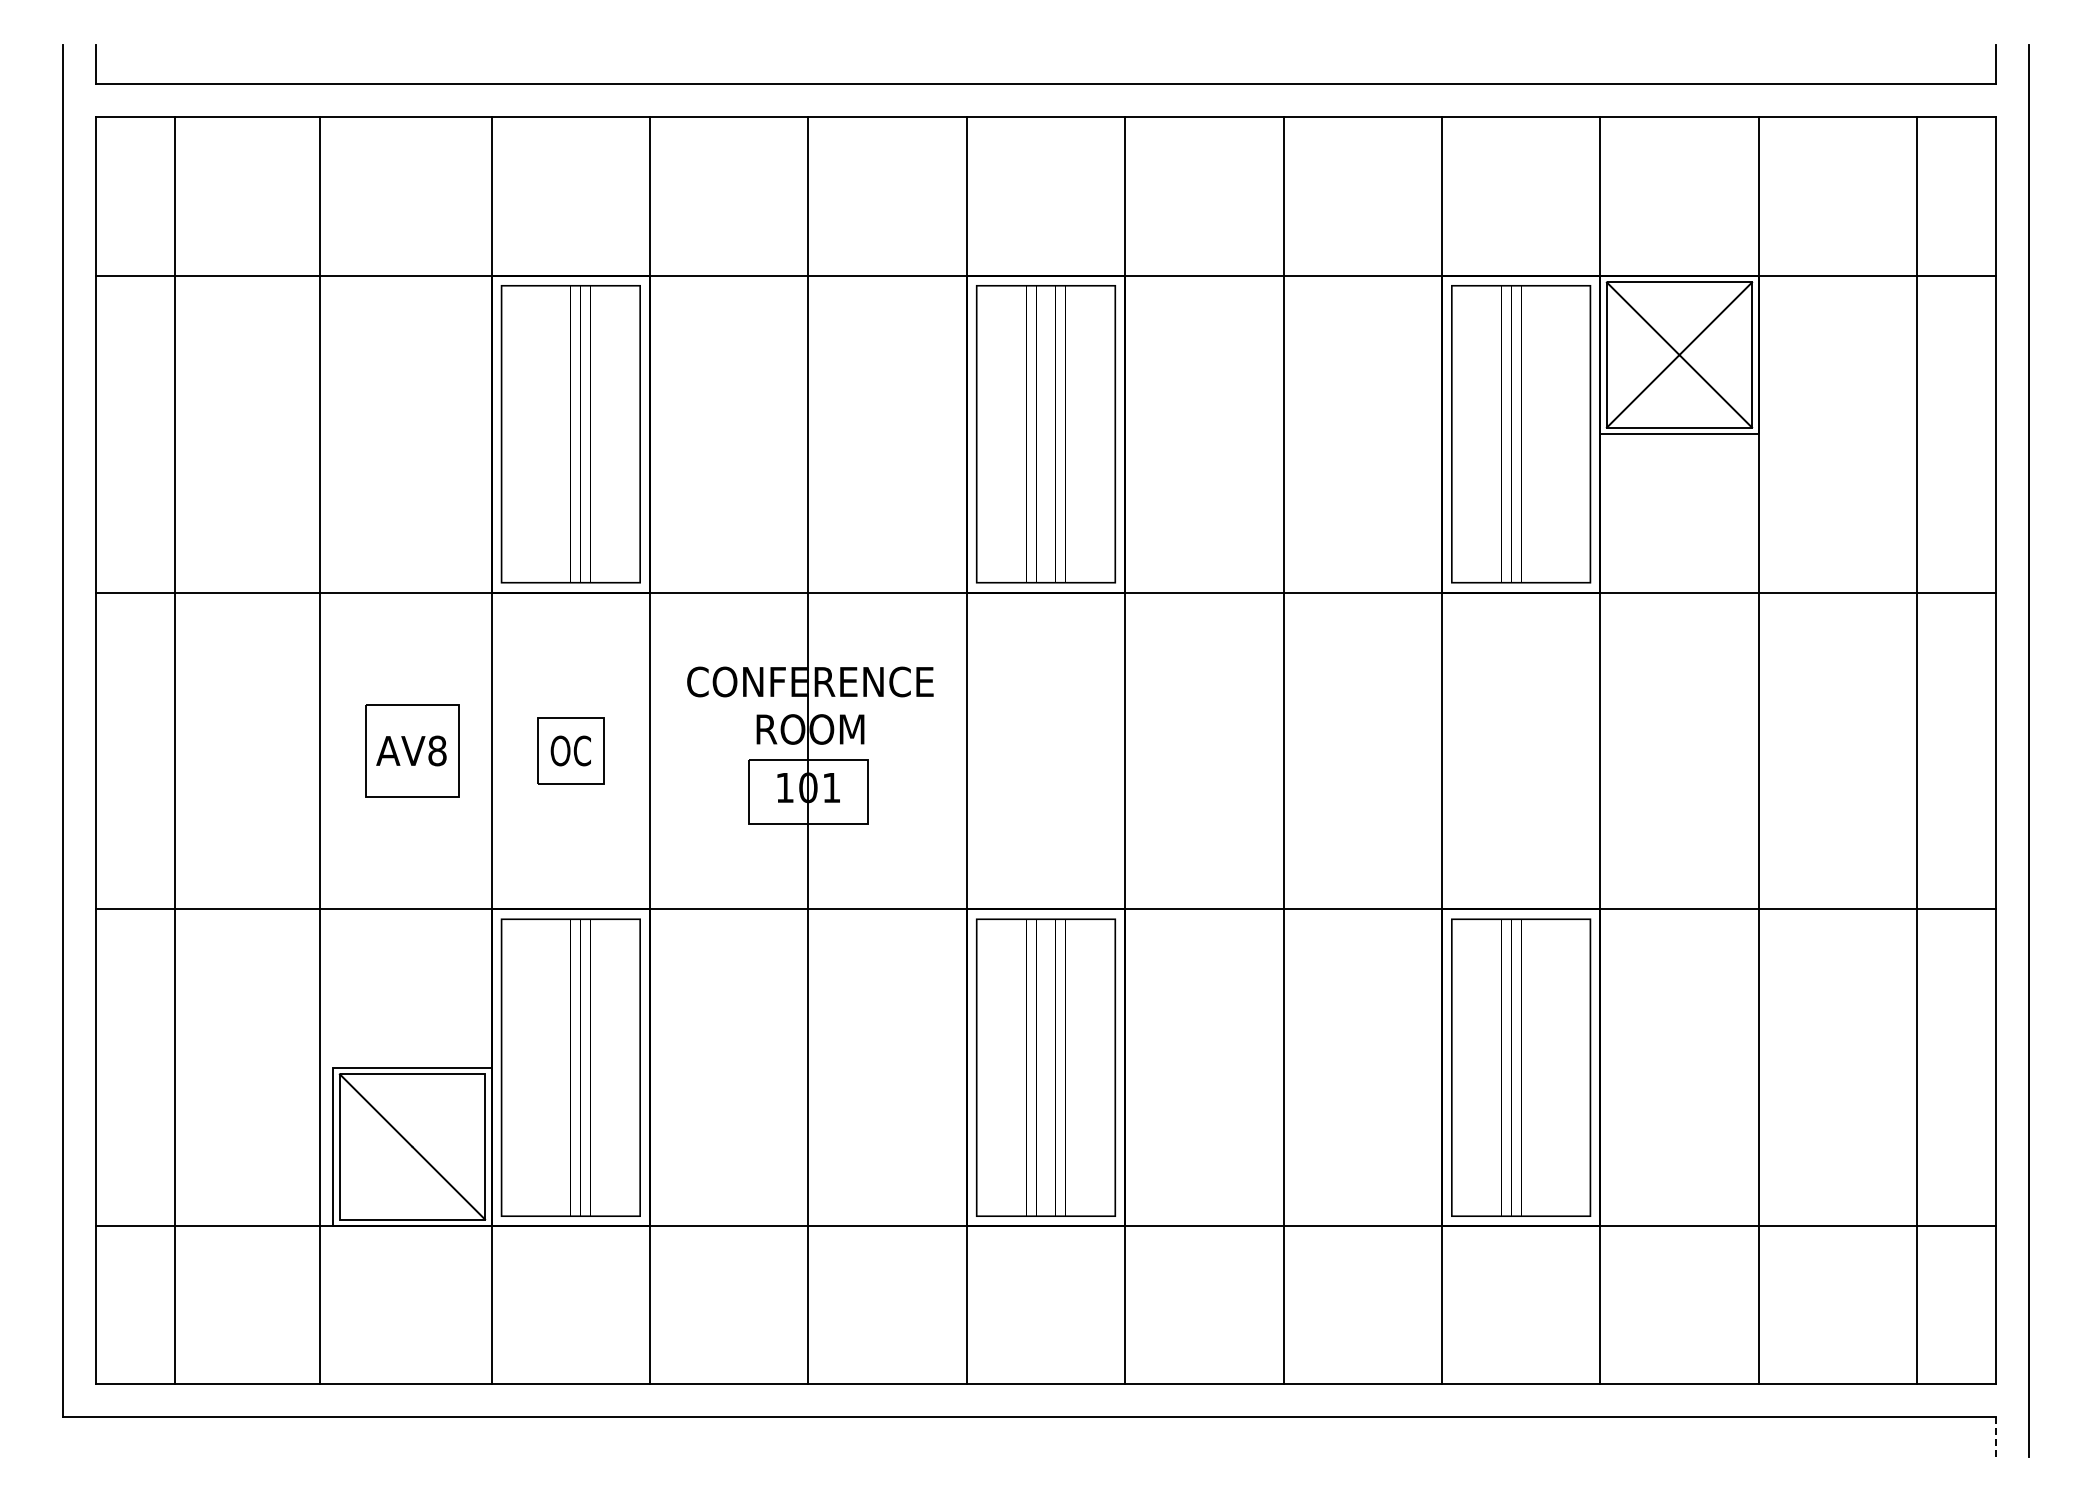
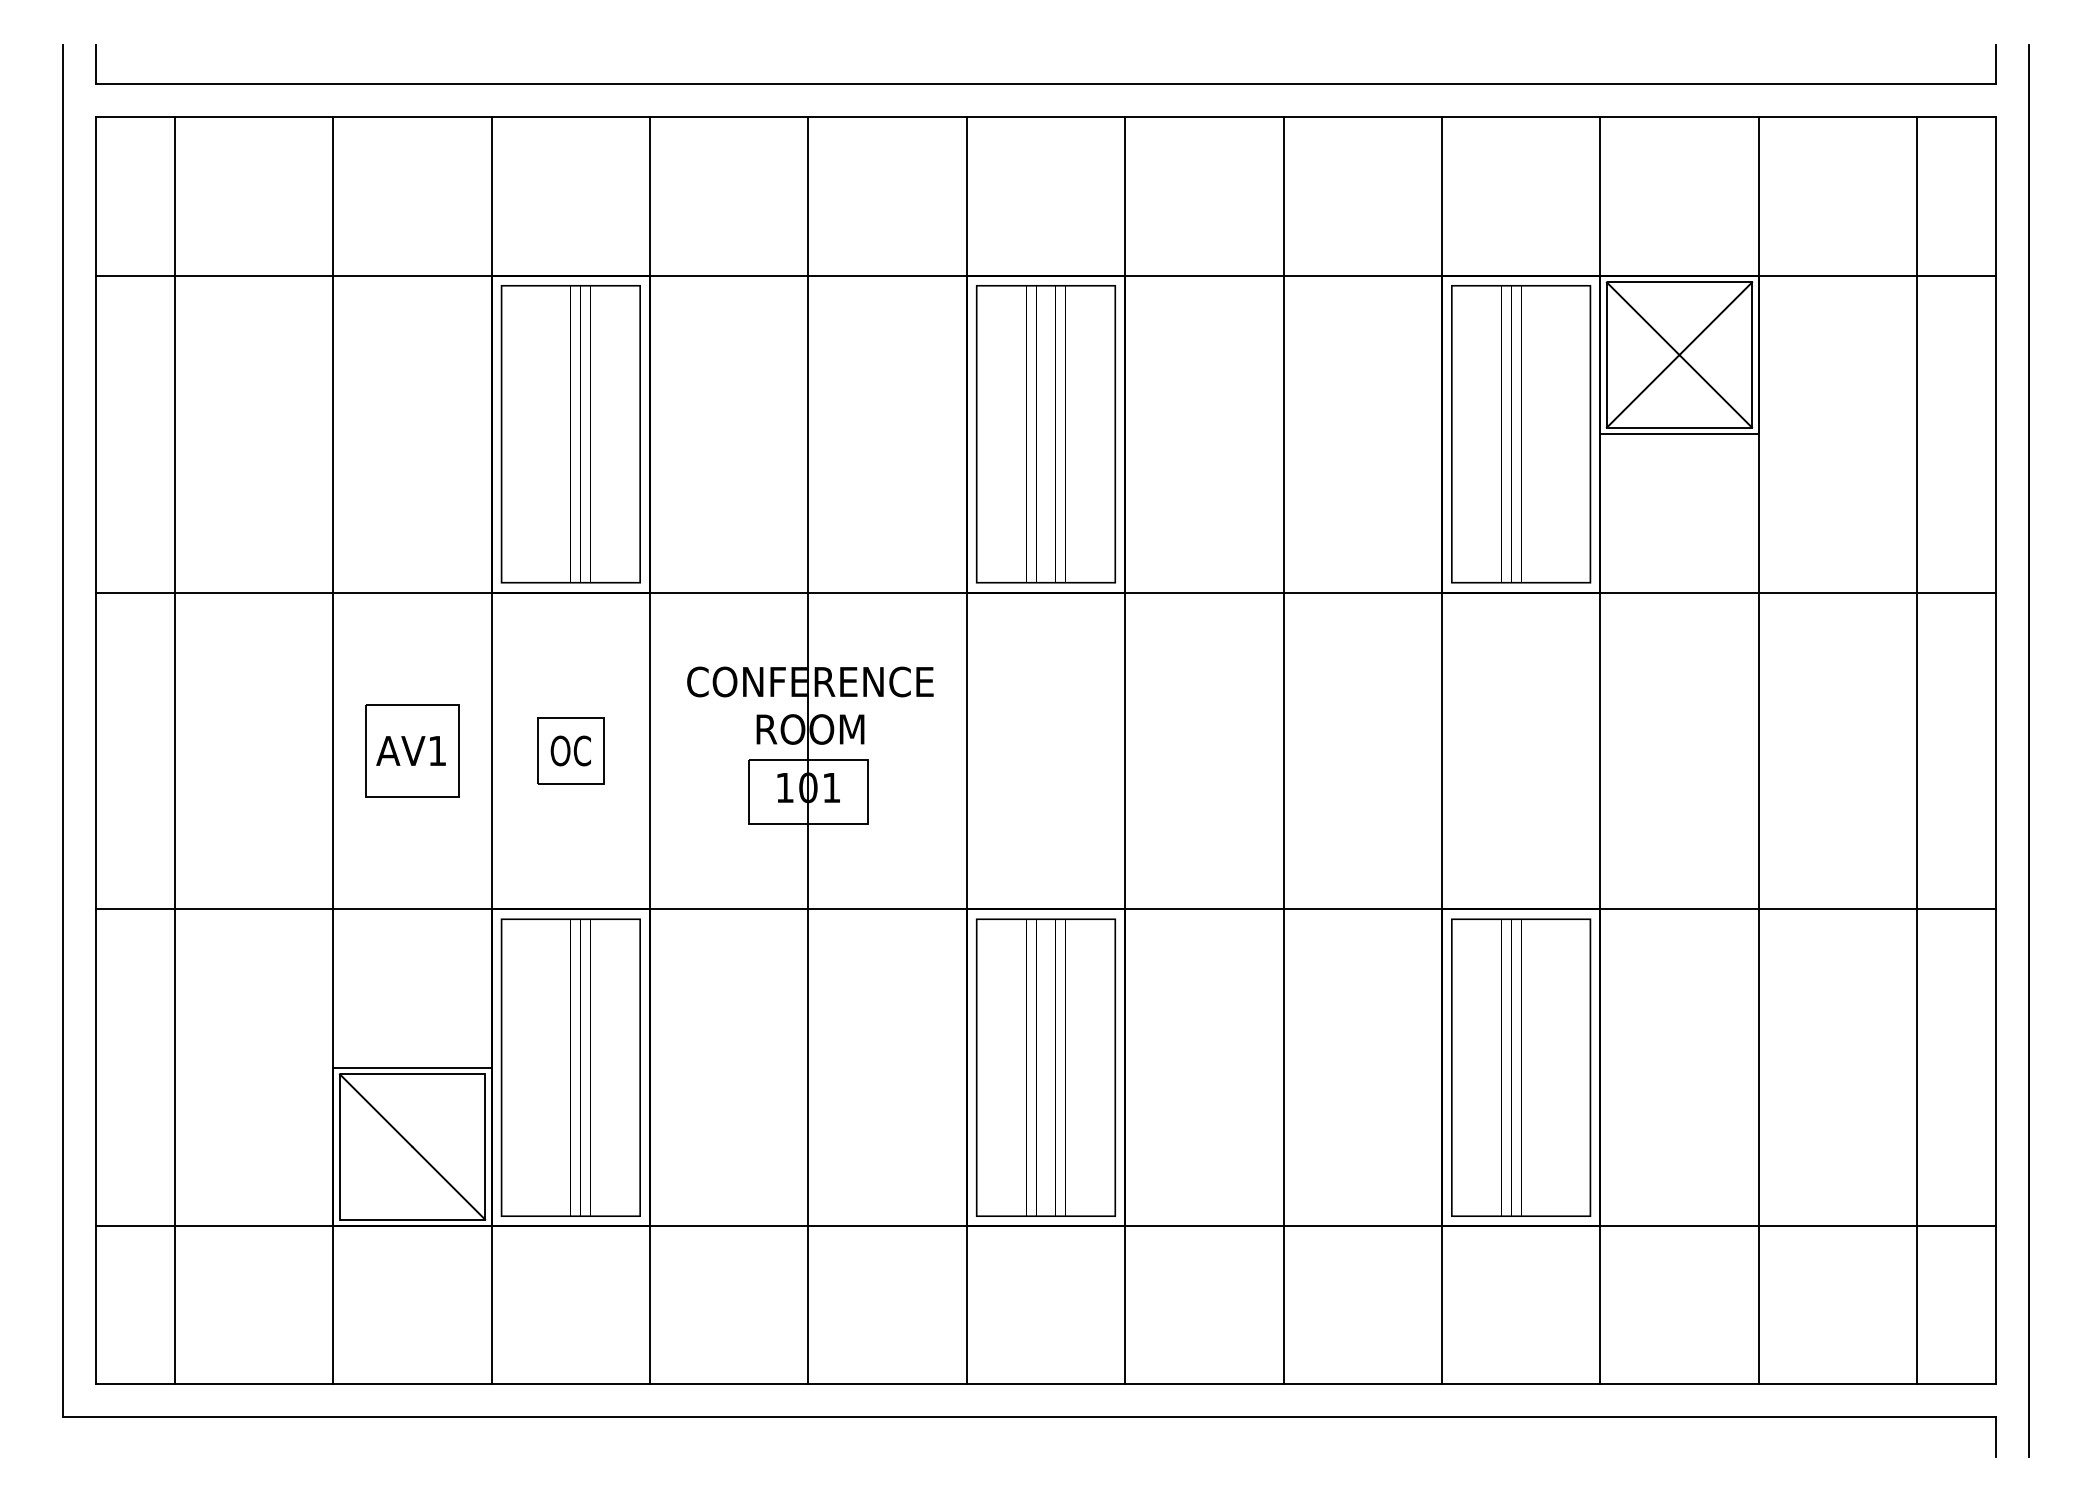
line at (320, 750) position: (320, 750) -> (333, 750)
text at (437, 750): AV8 -> AV1
line at (1996, 1437): dashed -> solid
